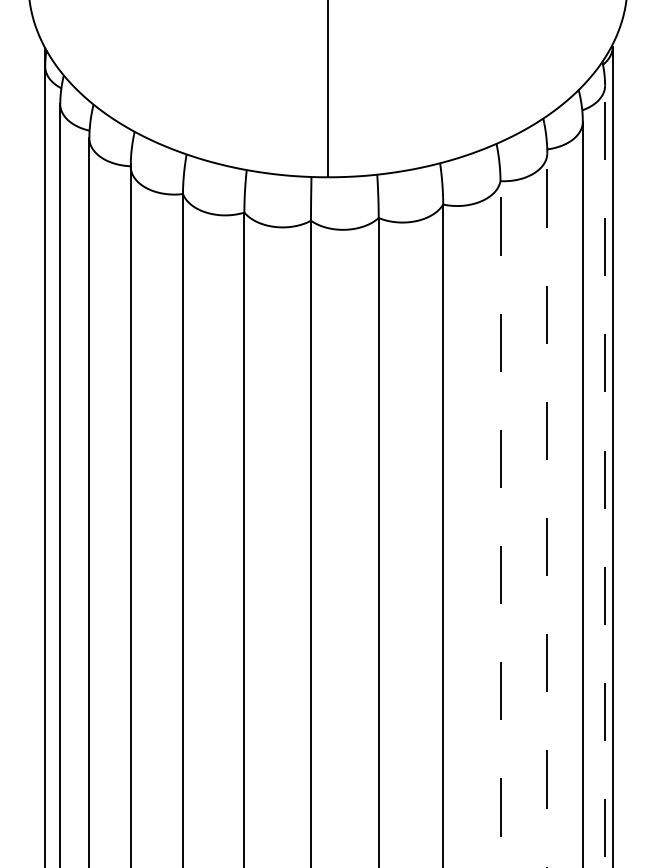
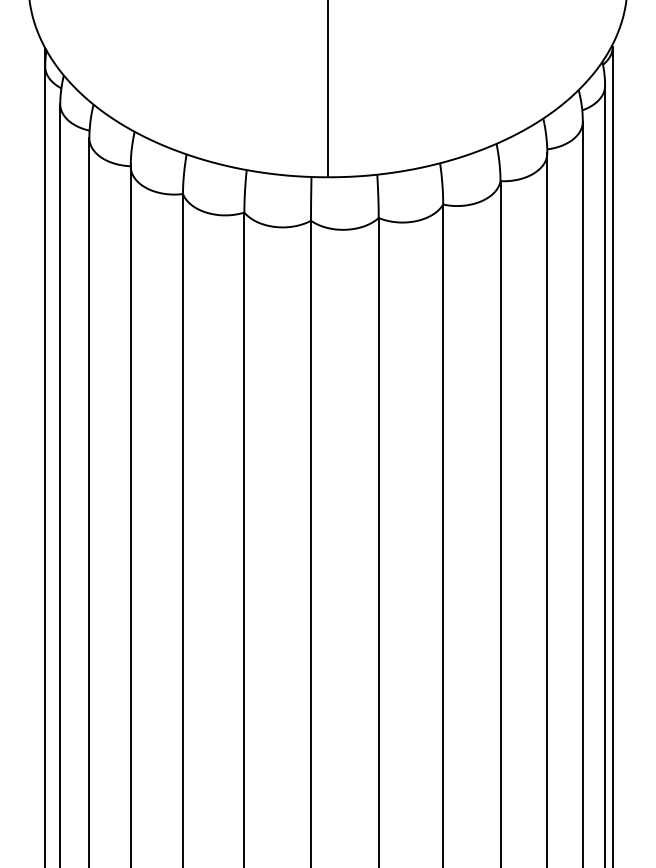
line at (605, 476): dashed -> solid
line at (547, 510): dashed -> solid
line at (500, 524): dashed -> solid
